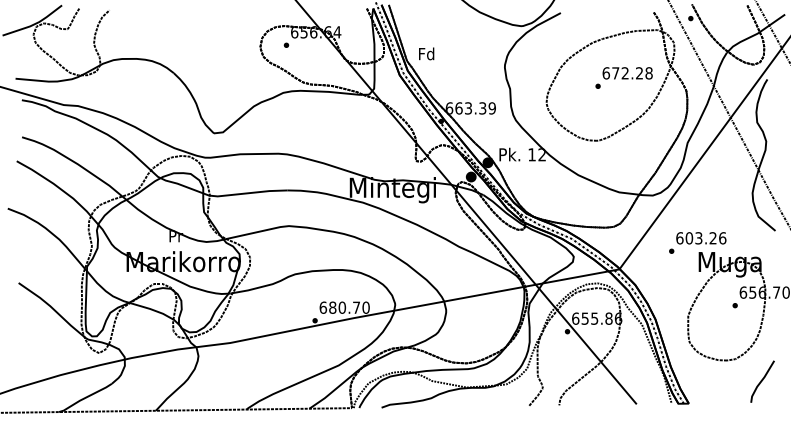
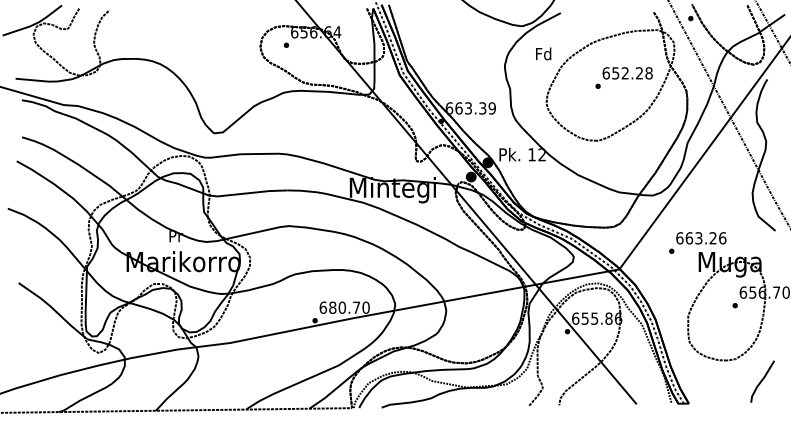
text at (426, 53) position: (426, 53) -> (543, 53)
text at (615, 73): 672.28 -> 652.28
text at (689, 238): 603.26 -> 663.26
